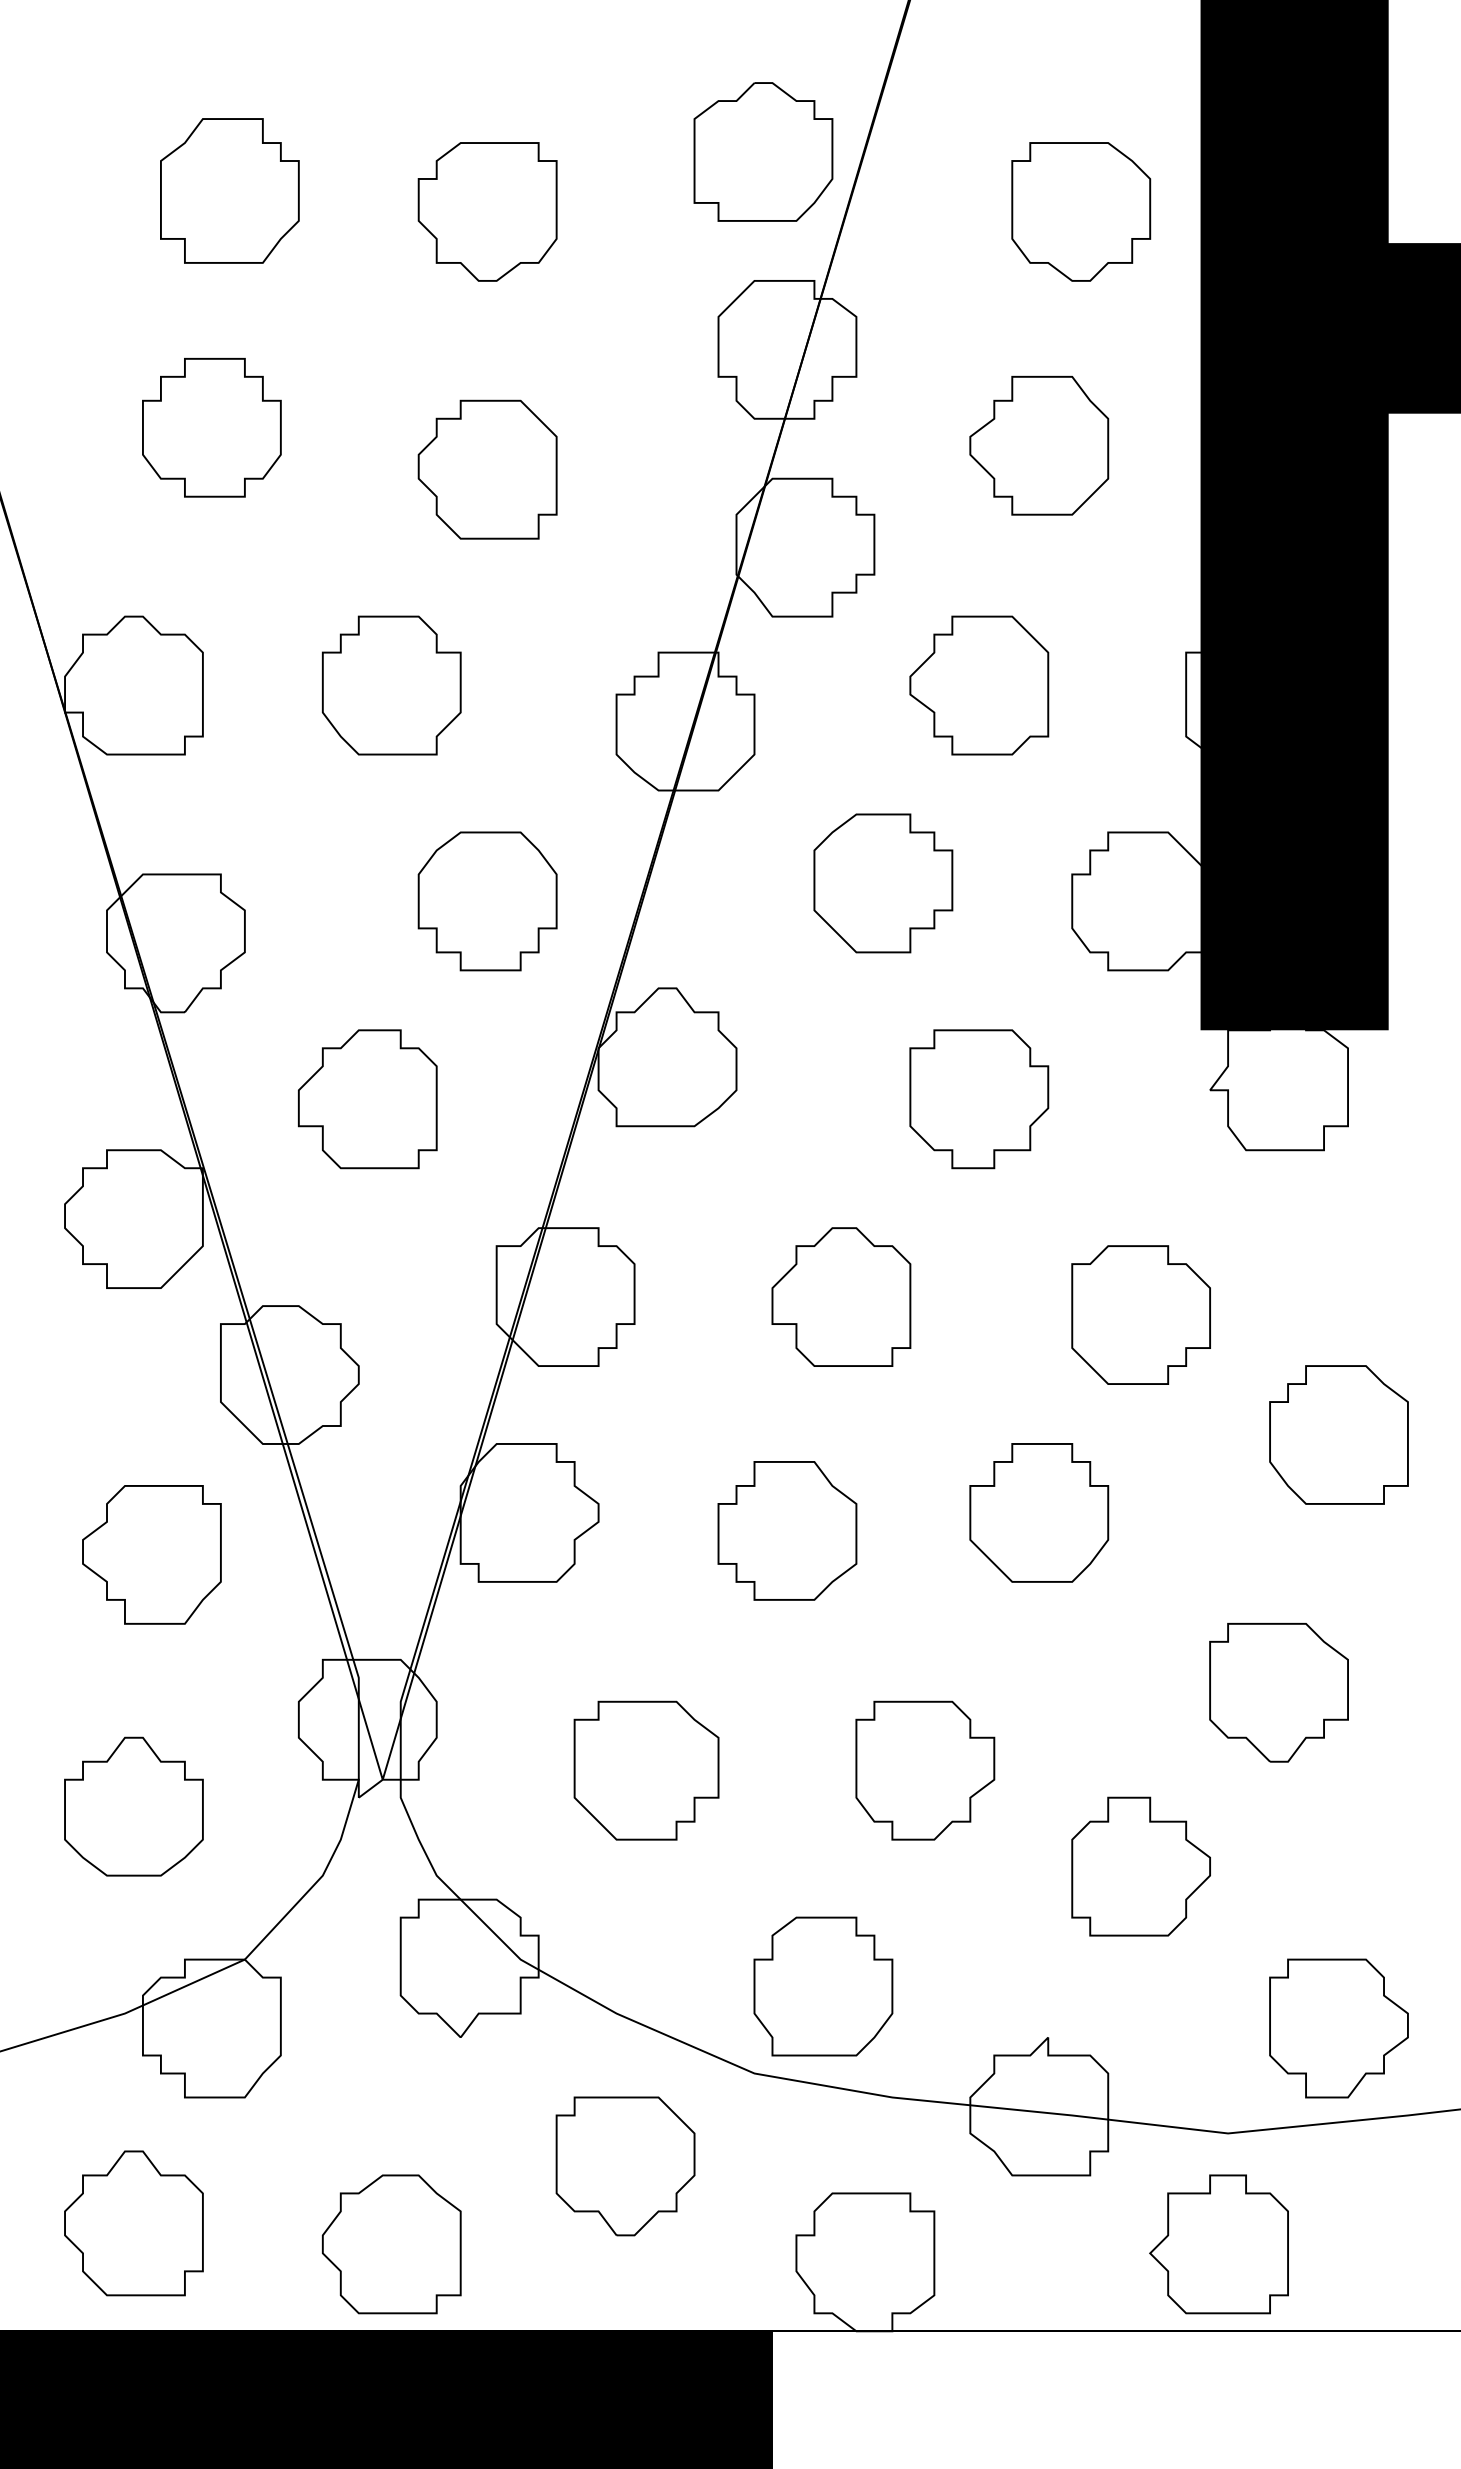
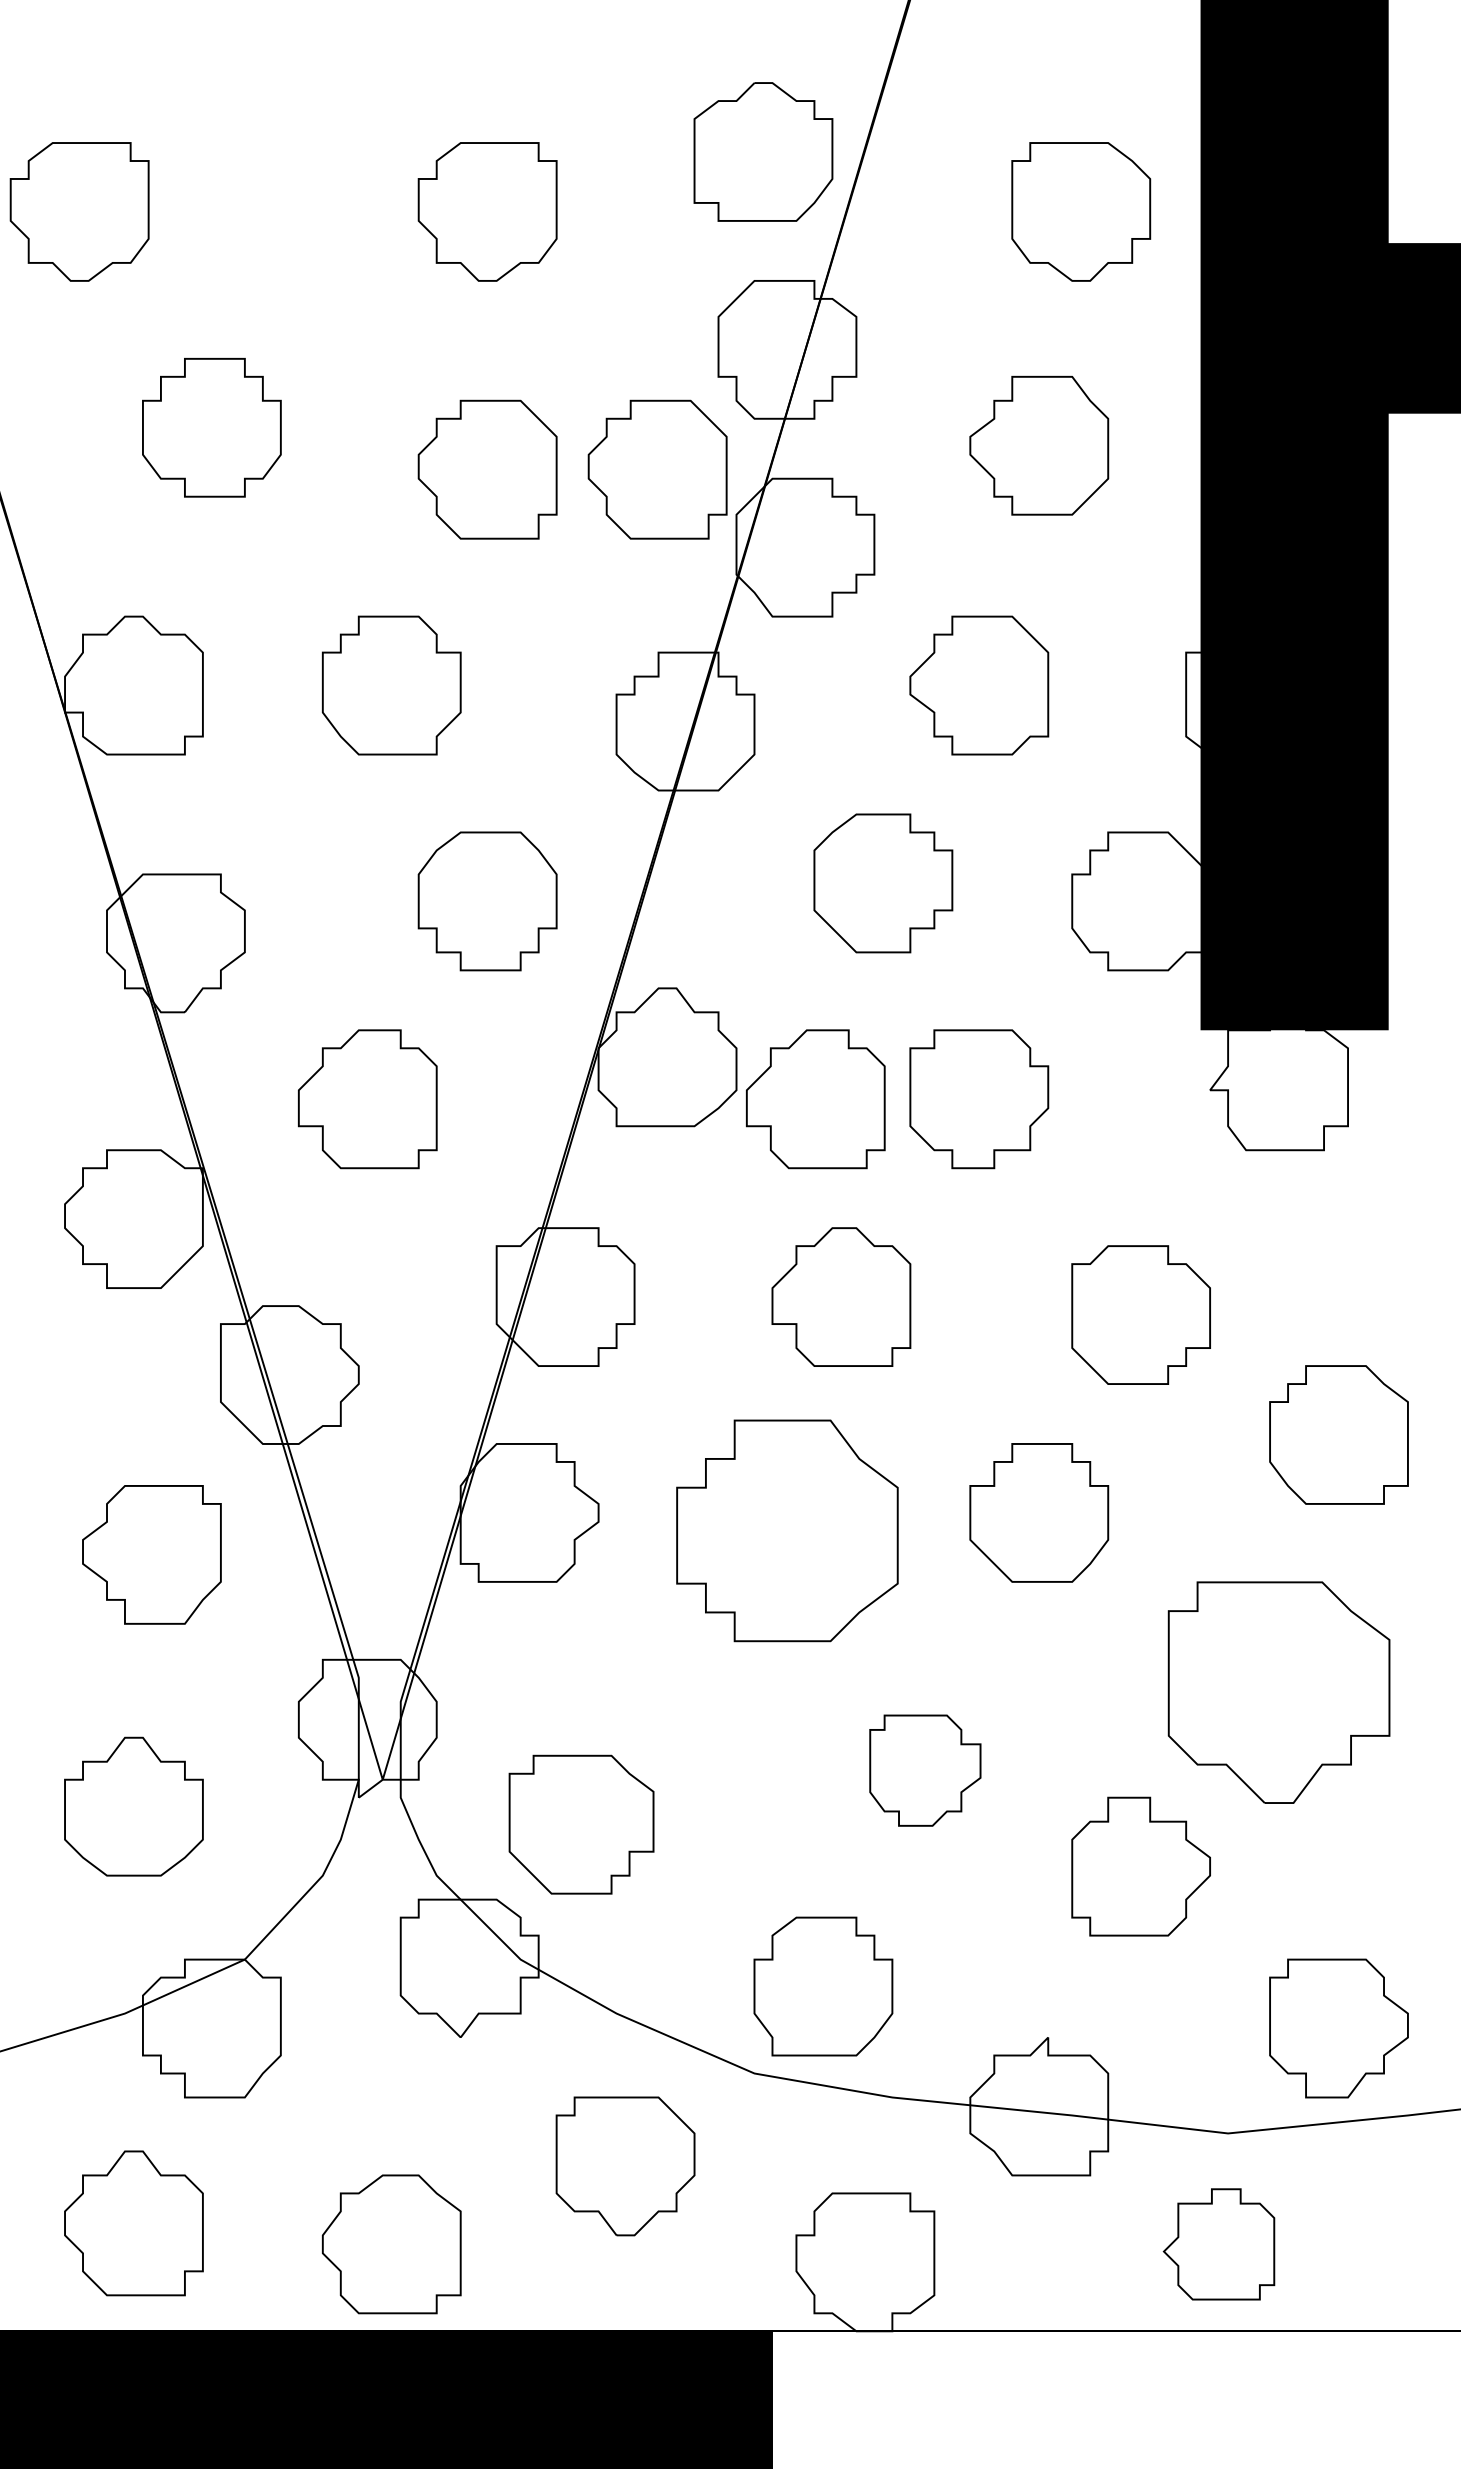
part at (229, 190): present -> none
part at (79, 211): none -> present
part at (657, 469): none -> present
part at (815, 1099): none -> present
part at (787, 1530) size: 141x140 px -> 223x224 px
part at (1278, 1692) size: 140x140 px -> 224x223 px
part at (646, 1770) position: (646, 1770) -> (581, 1824)
part at (925, 1770) size: 141x141 px -> 113x113 px
part at (1218, 2244) size: 140x141 px -> 114x113 px
